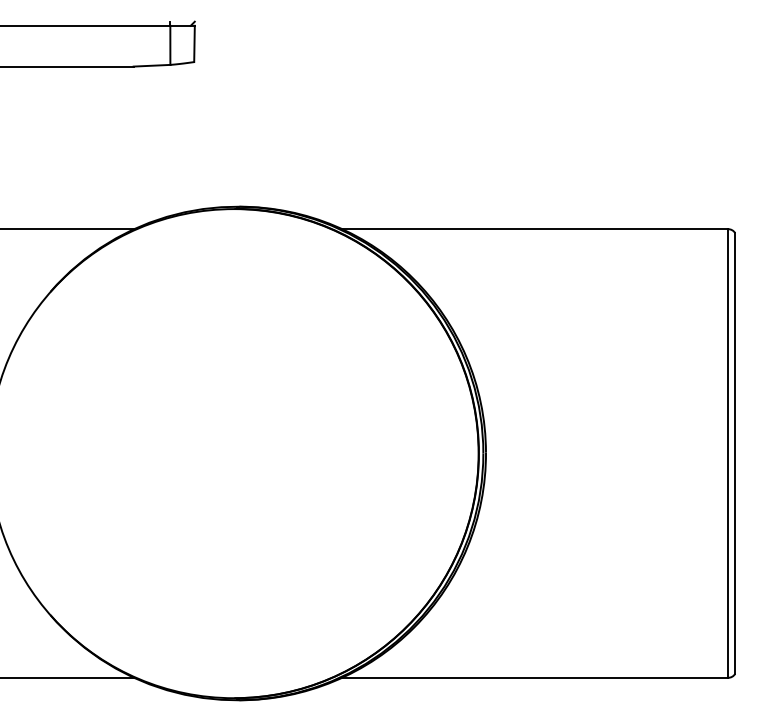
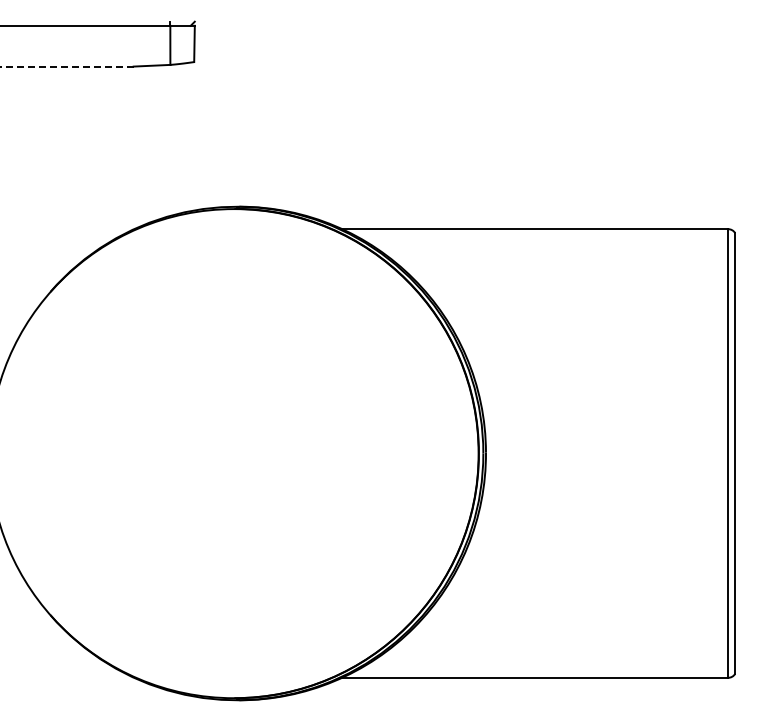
line at (66, 66): solid -> dashed
line at (68, 229): present -> none
line at (68, 677): present -> none
